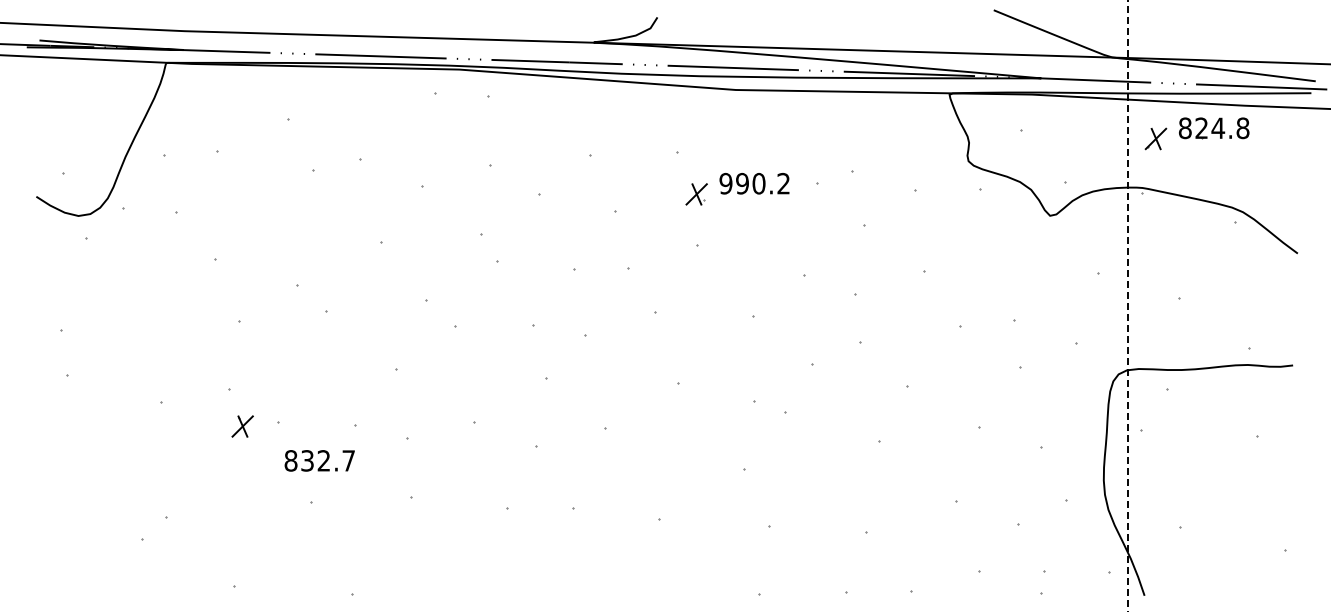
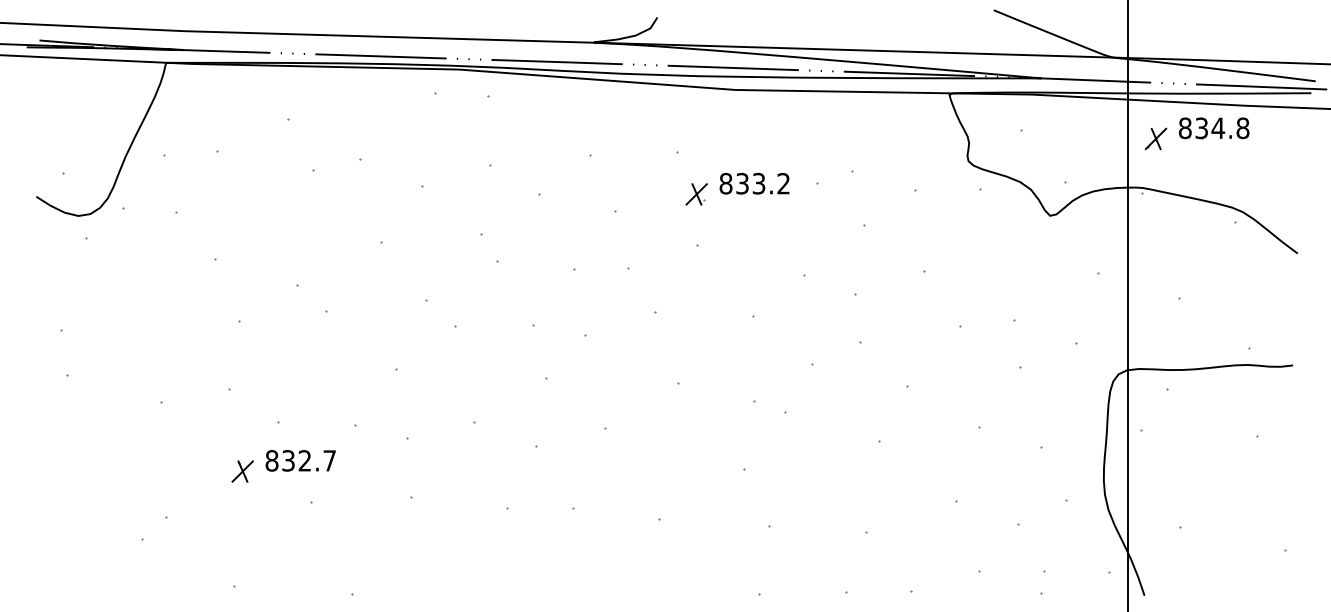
text at (1201, 128): 824.8 -> 834.8
text at (742, 183): 990.2 -> 833.2
line at (1127, 305): dashed -> solid
part at (242, 426) position: (242, 426) -> (242, 471)
text at (319, 460) position: (319, 460) -> (300, 460)
